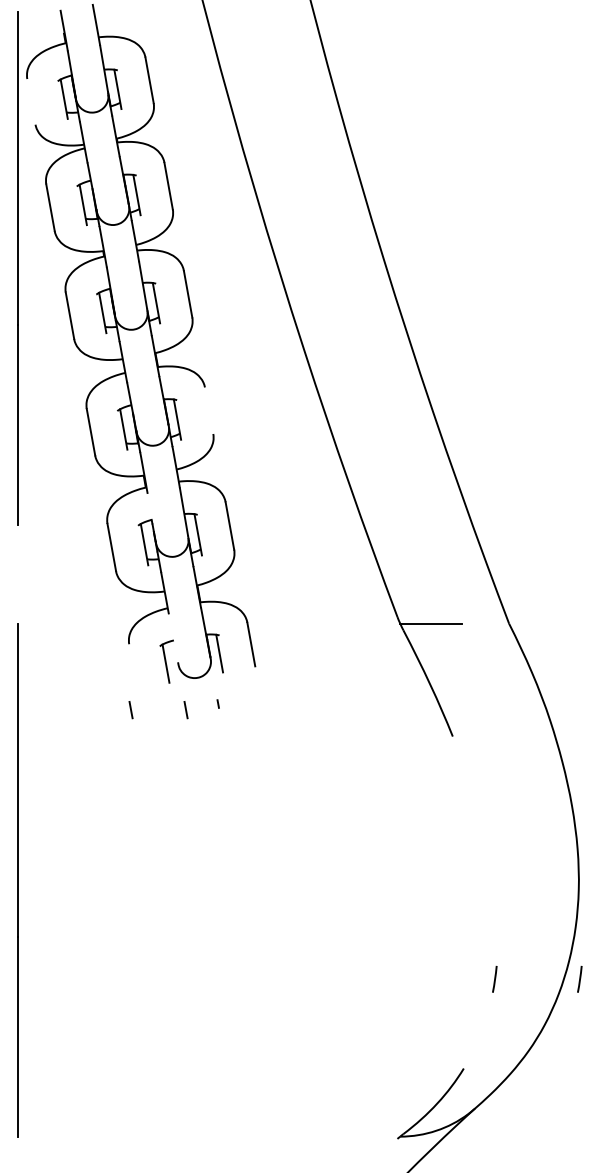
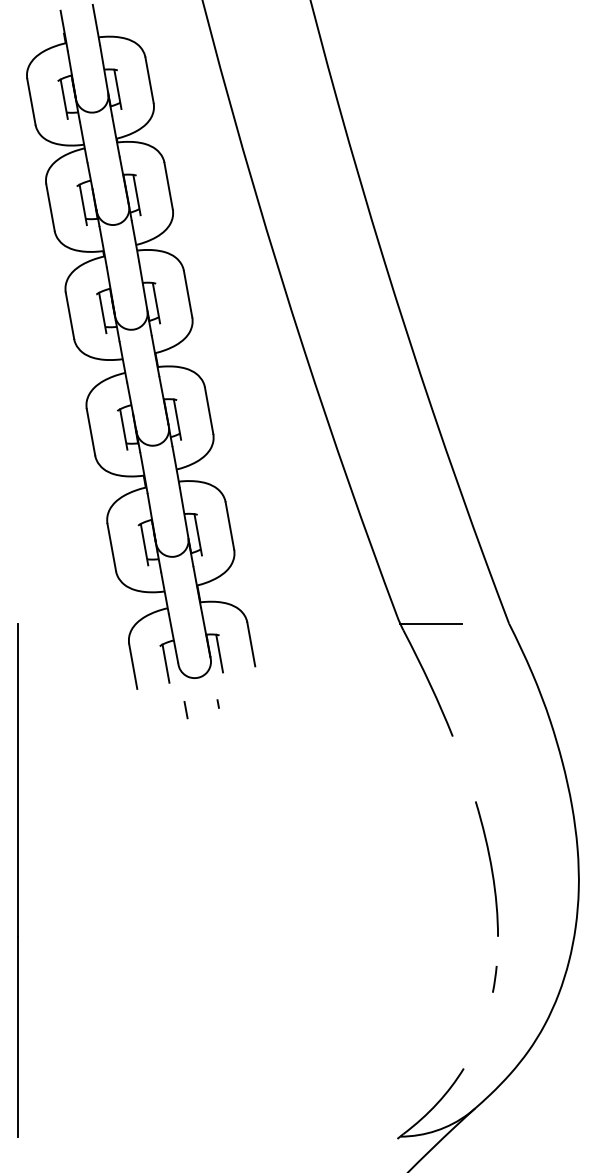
line at (31, 101): none -> present
line at (17, 268): present -> none
line at (208, 410): none -> present
line at (151, 516): none -> present
line at (173, 638): none -> present
line at (133, 666): none -> present
line at (130, 710): present -> none
curve at (490, 868): none -> present
line at (579, 978): present -> none
